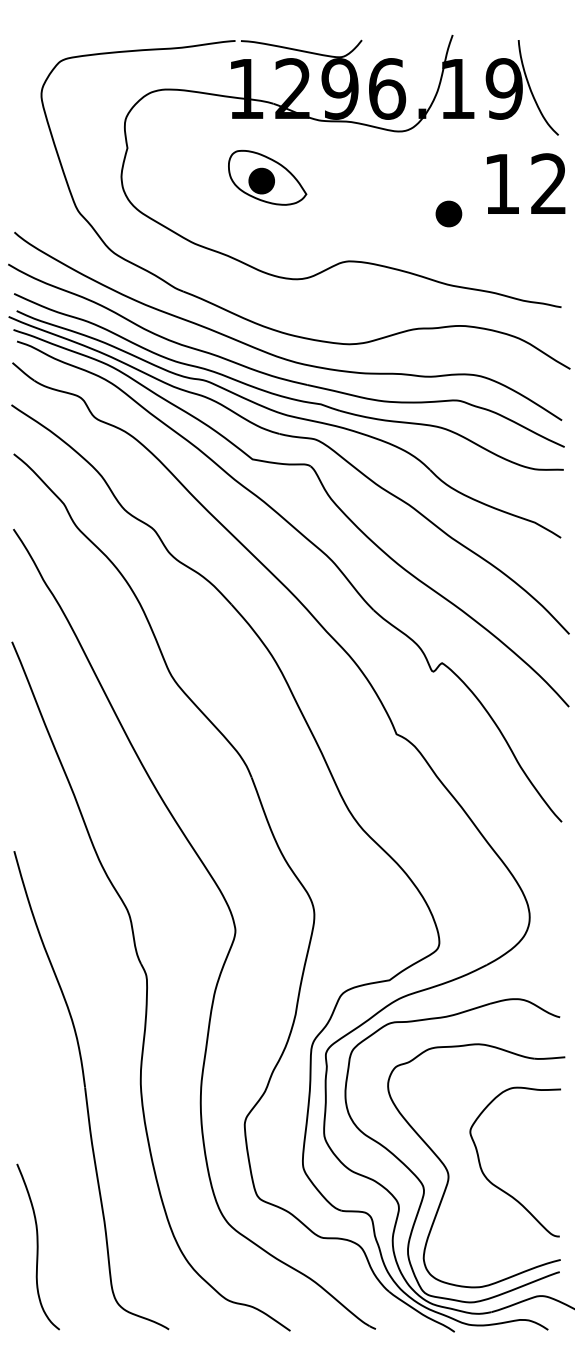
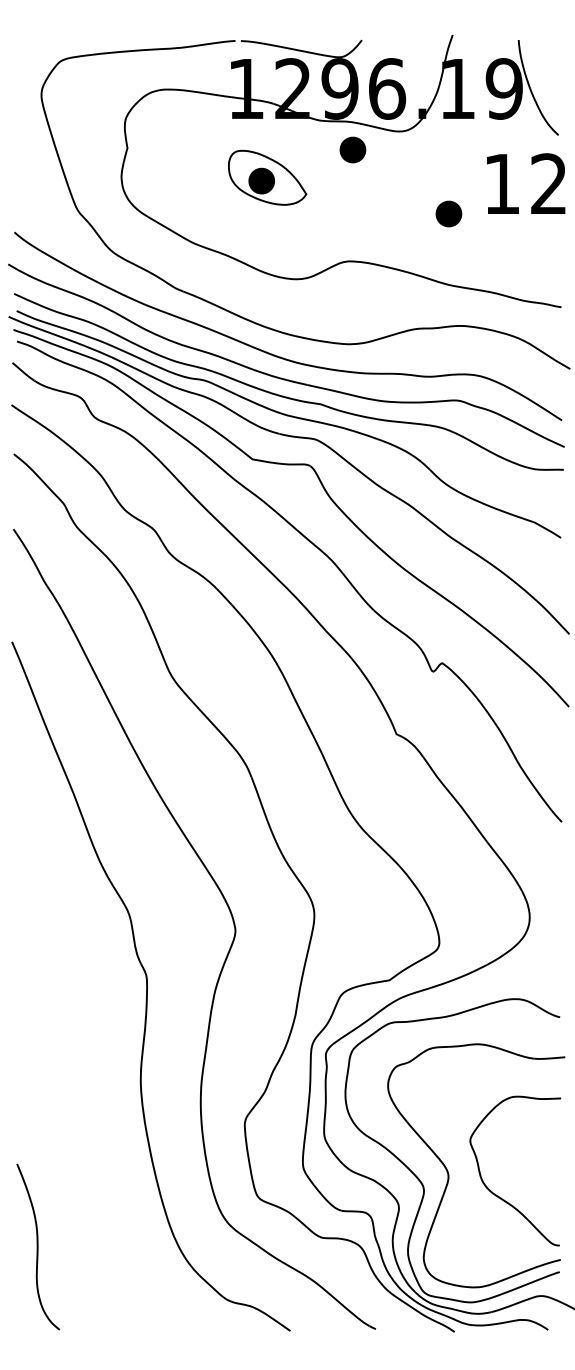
part at (352, 149): none -> present
part at (91, 1090): present -> none
curve at (498, 1186) position: (498, 1186) -> (498, 1195)
